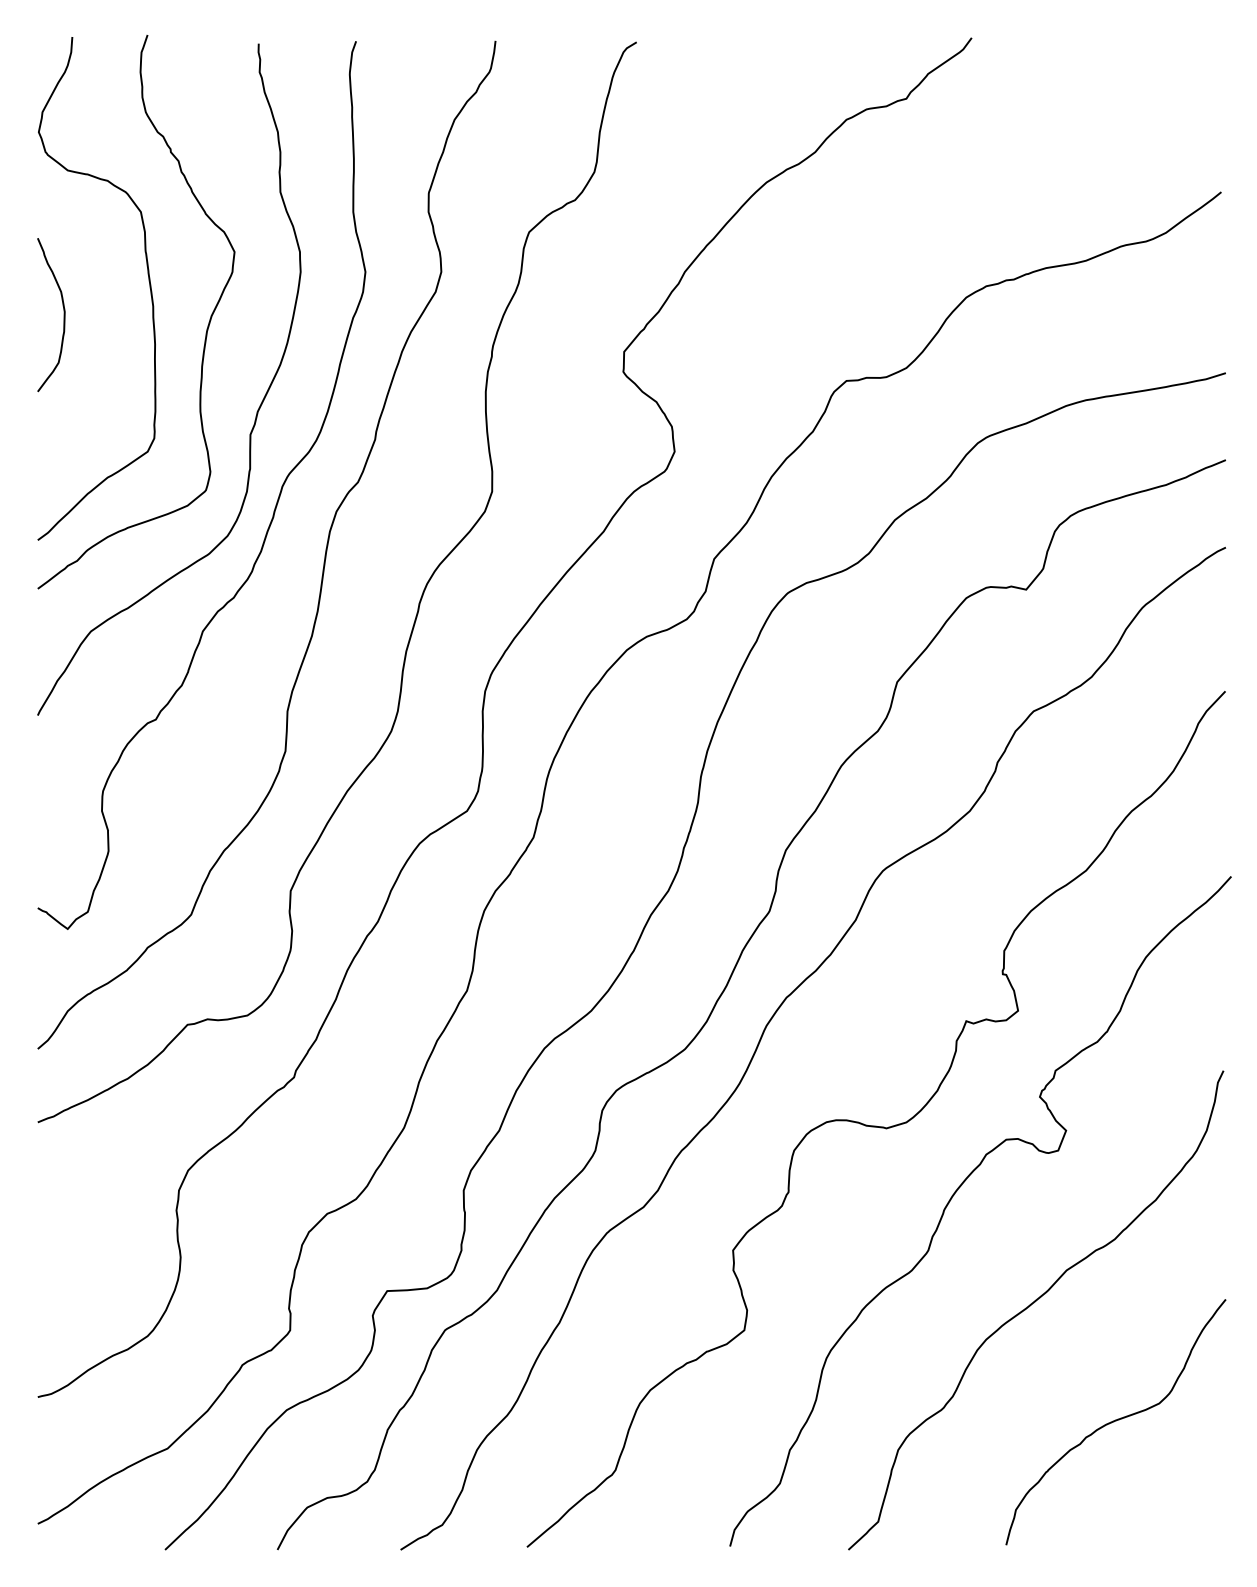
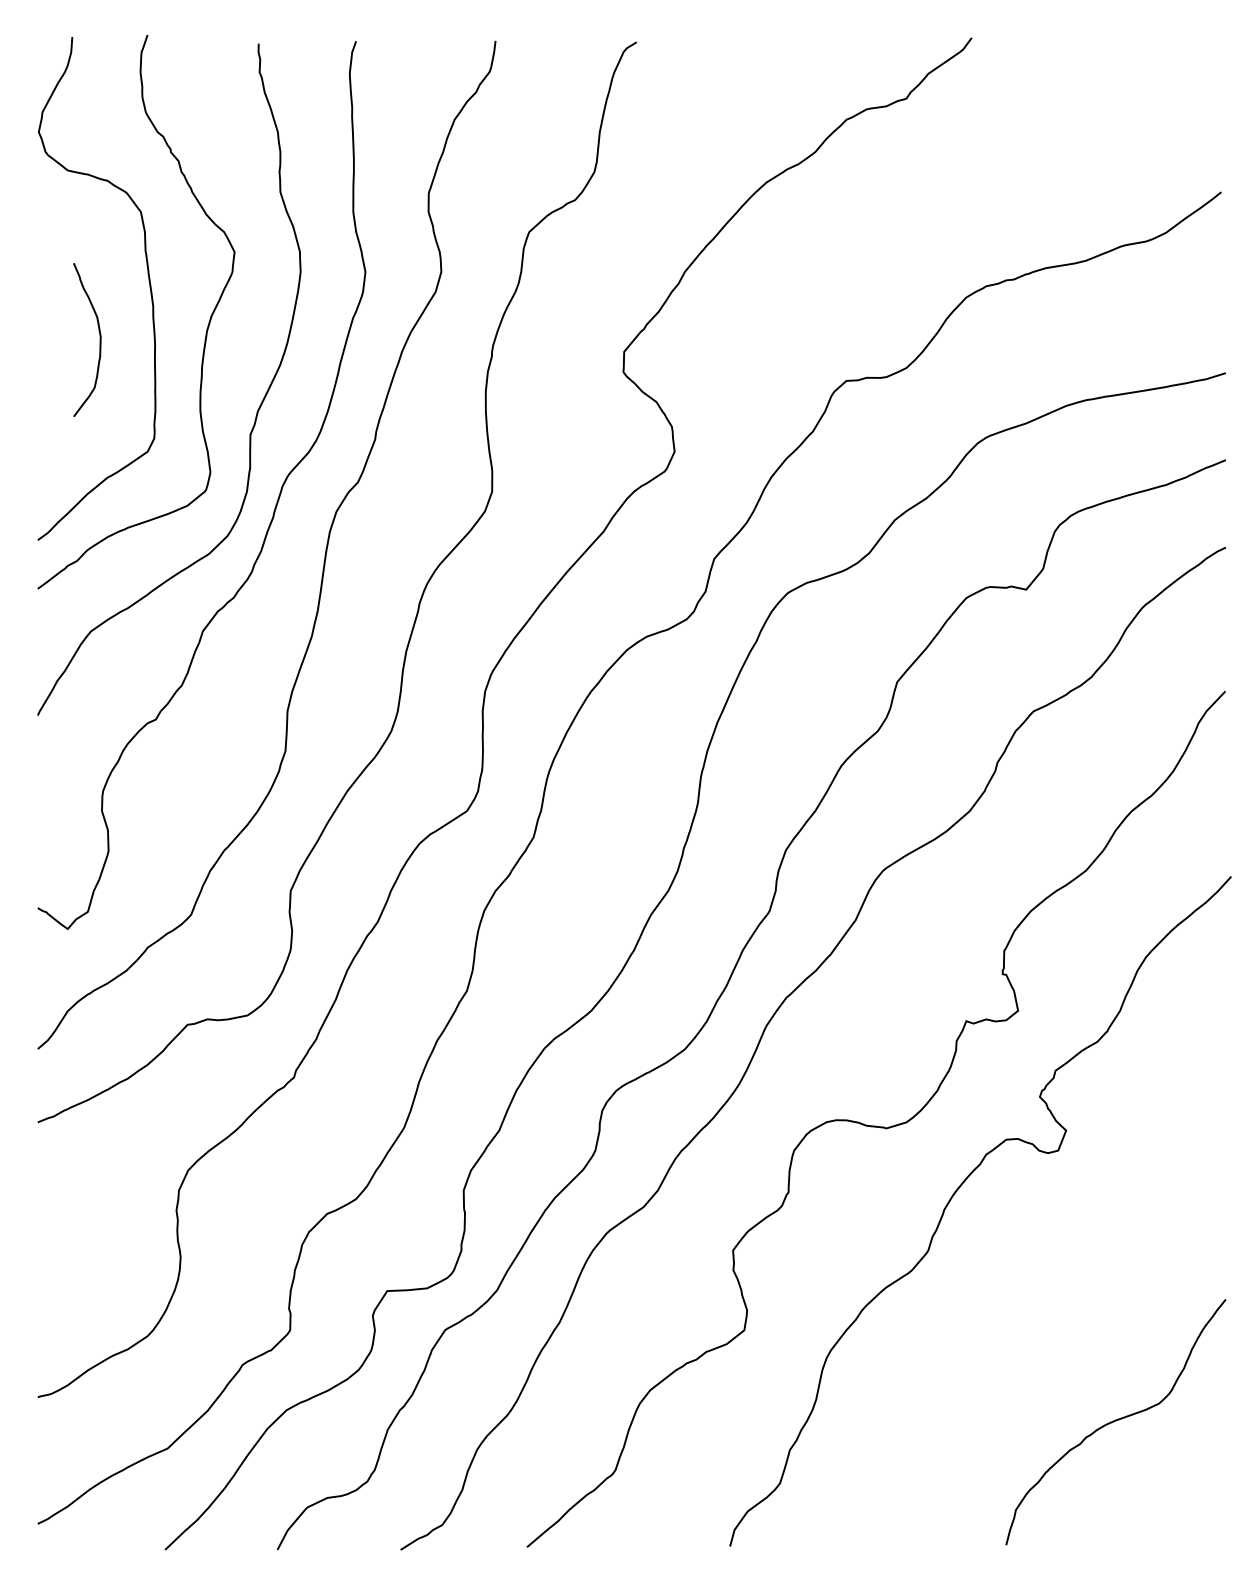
curve at (63, 315) position: (63, 315) -> (99, 340)
curve at (1031, 1305): present -> none
